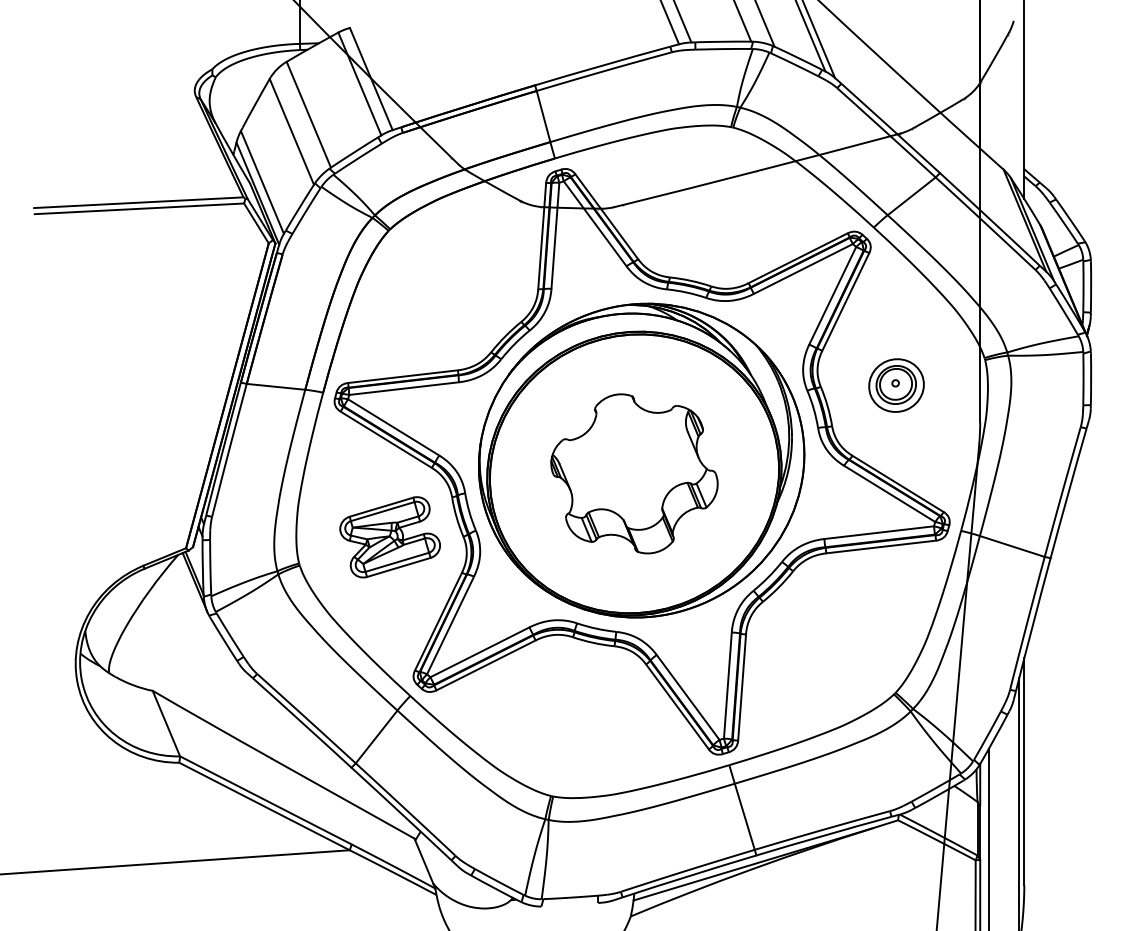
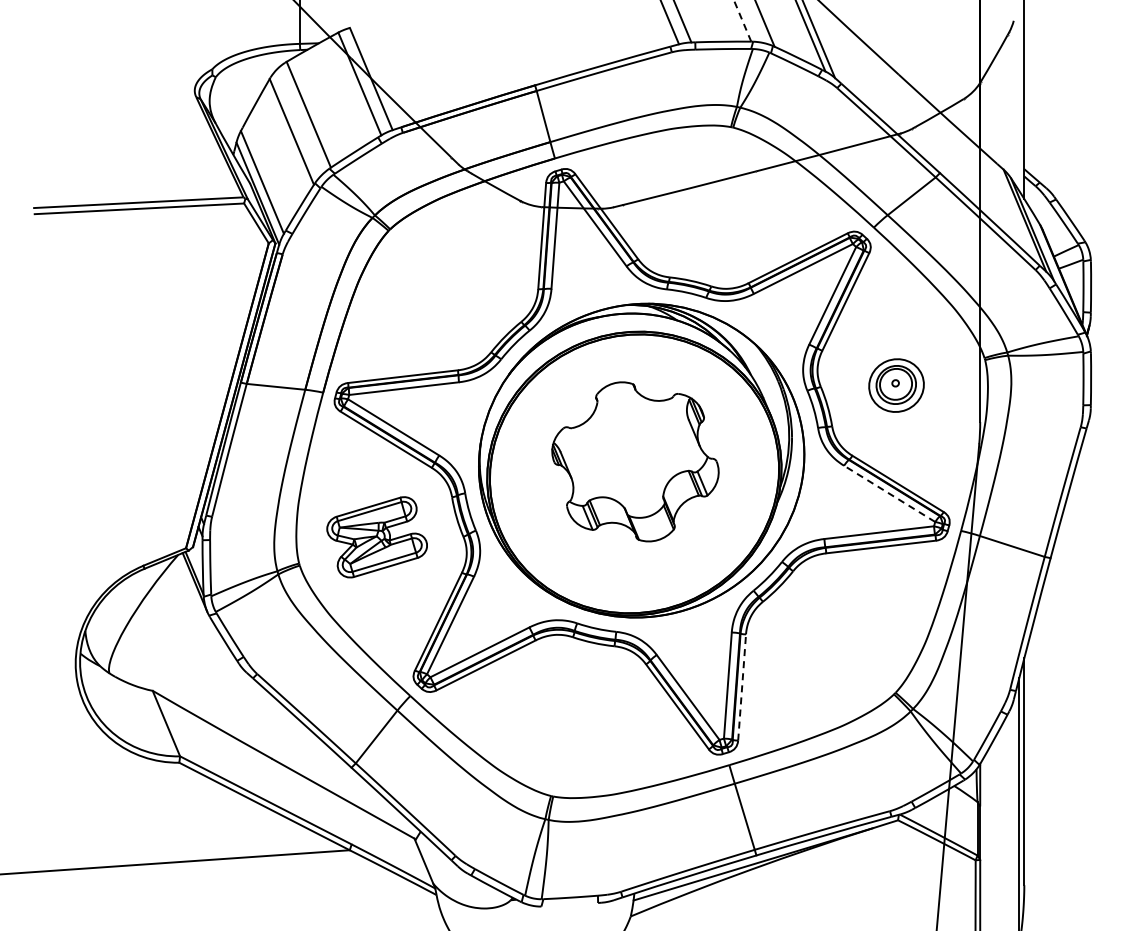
line at (742, 20): solid -> dashed
part at (634, 473) position: (634, 473) -> (635, 461)
line at (889, 493): solid -> dashed
part at (389, 537) position: (389, 537) -> (376, 537)
line at (742, 687): solid -> dashed
line at (988, 837): present -> none
